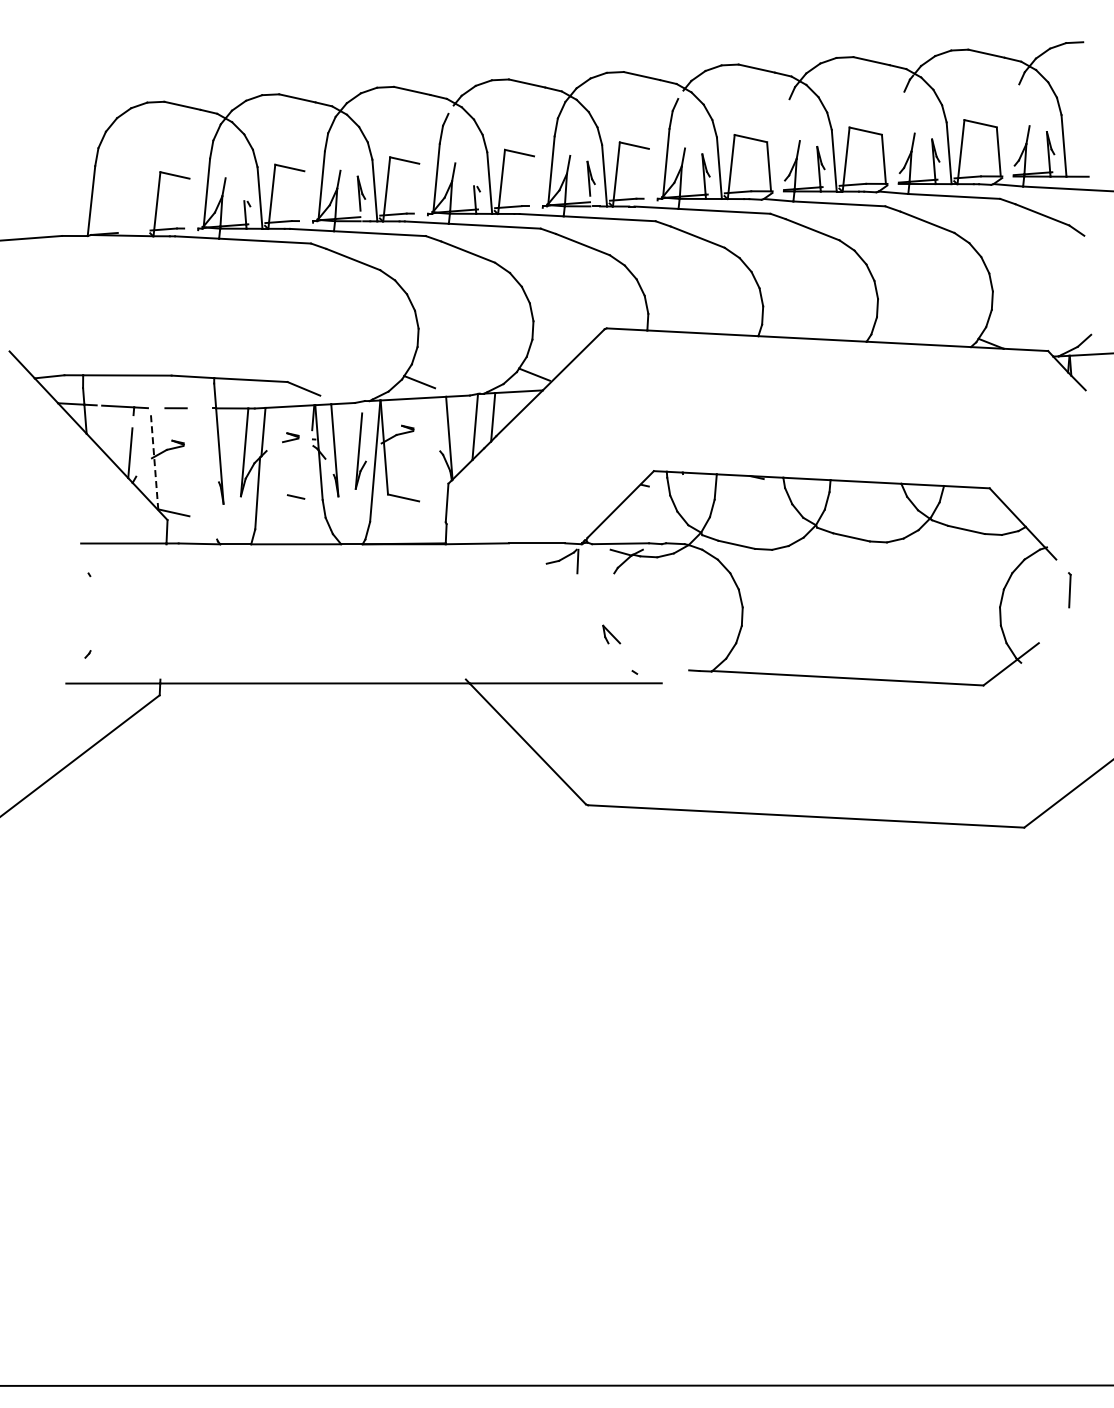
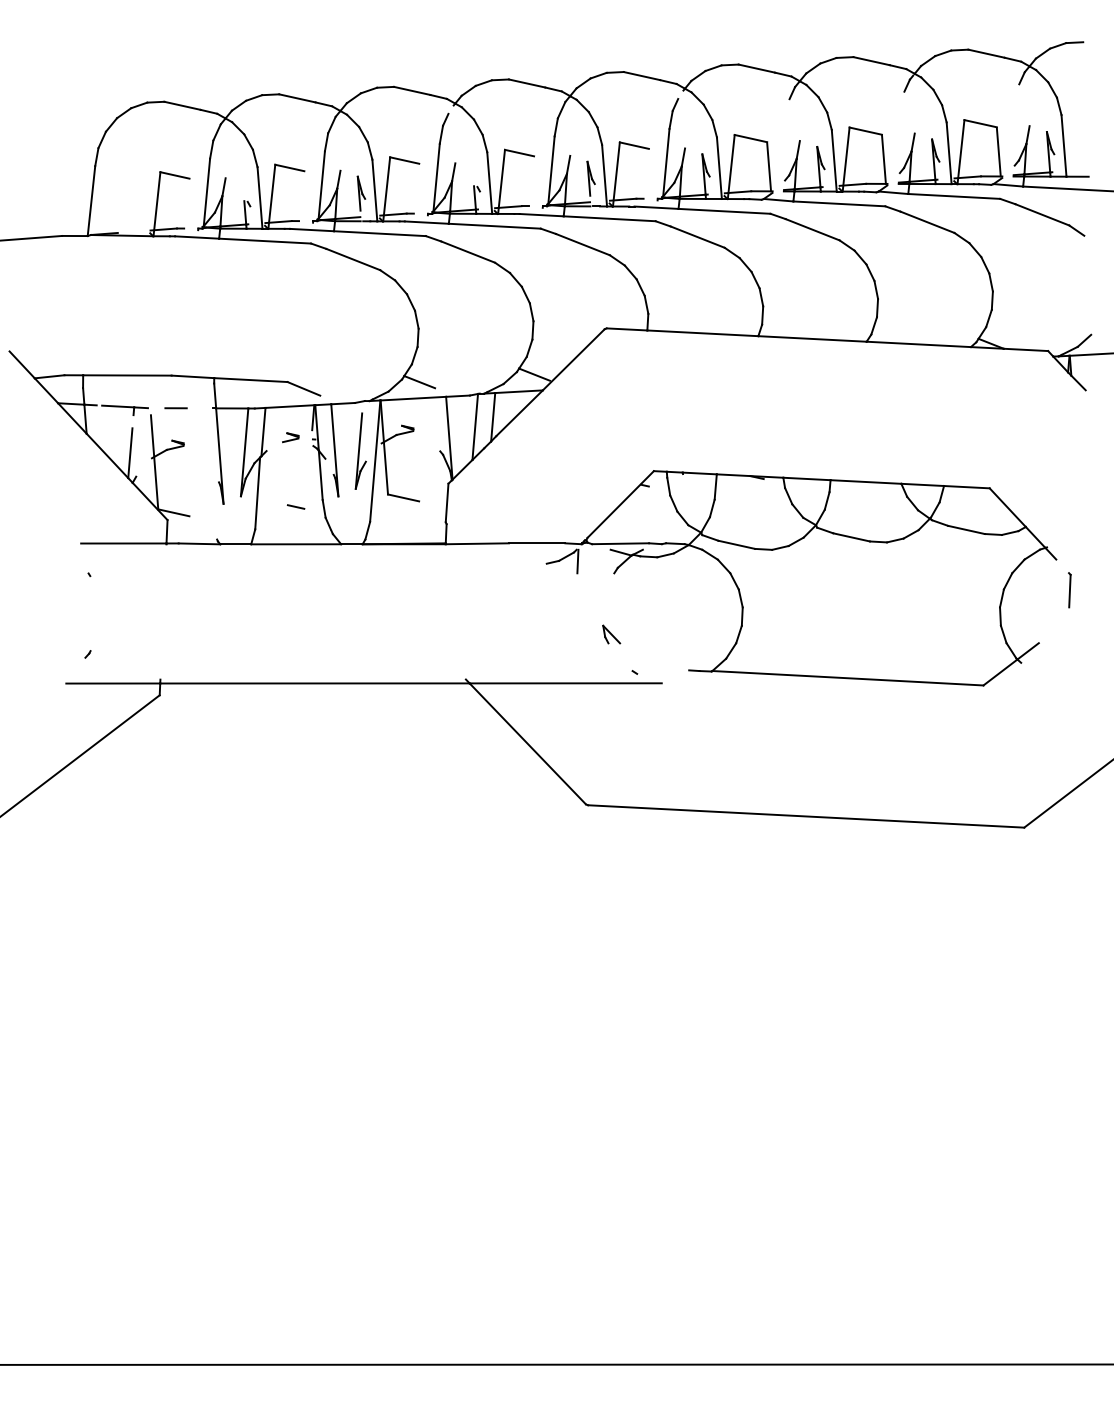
line at (154, 462): dashed -> solid
line at (295, 496) position: (295, 496) -> (295, 506)
line at (556, 1385) position: (556, 1385) -> (556, 1364)
